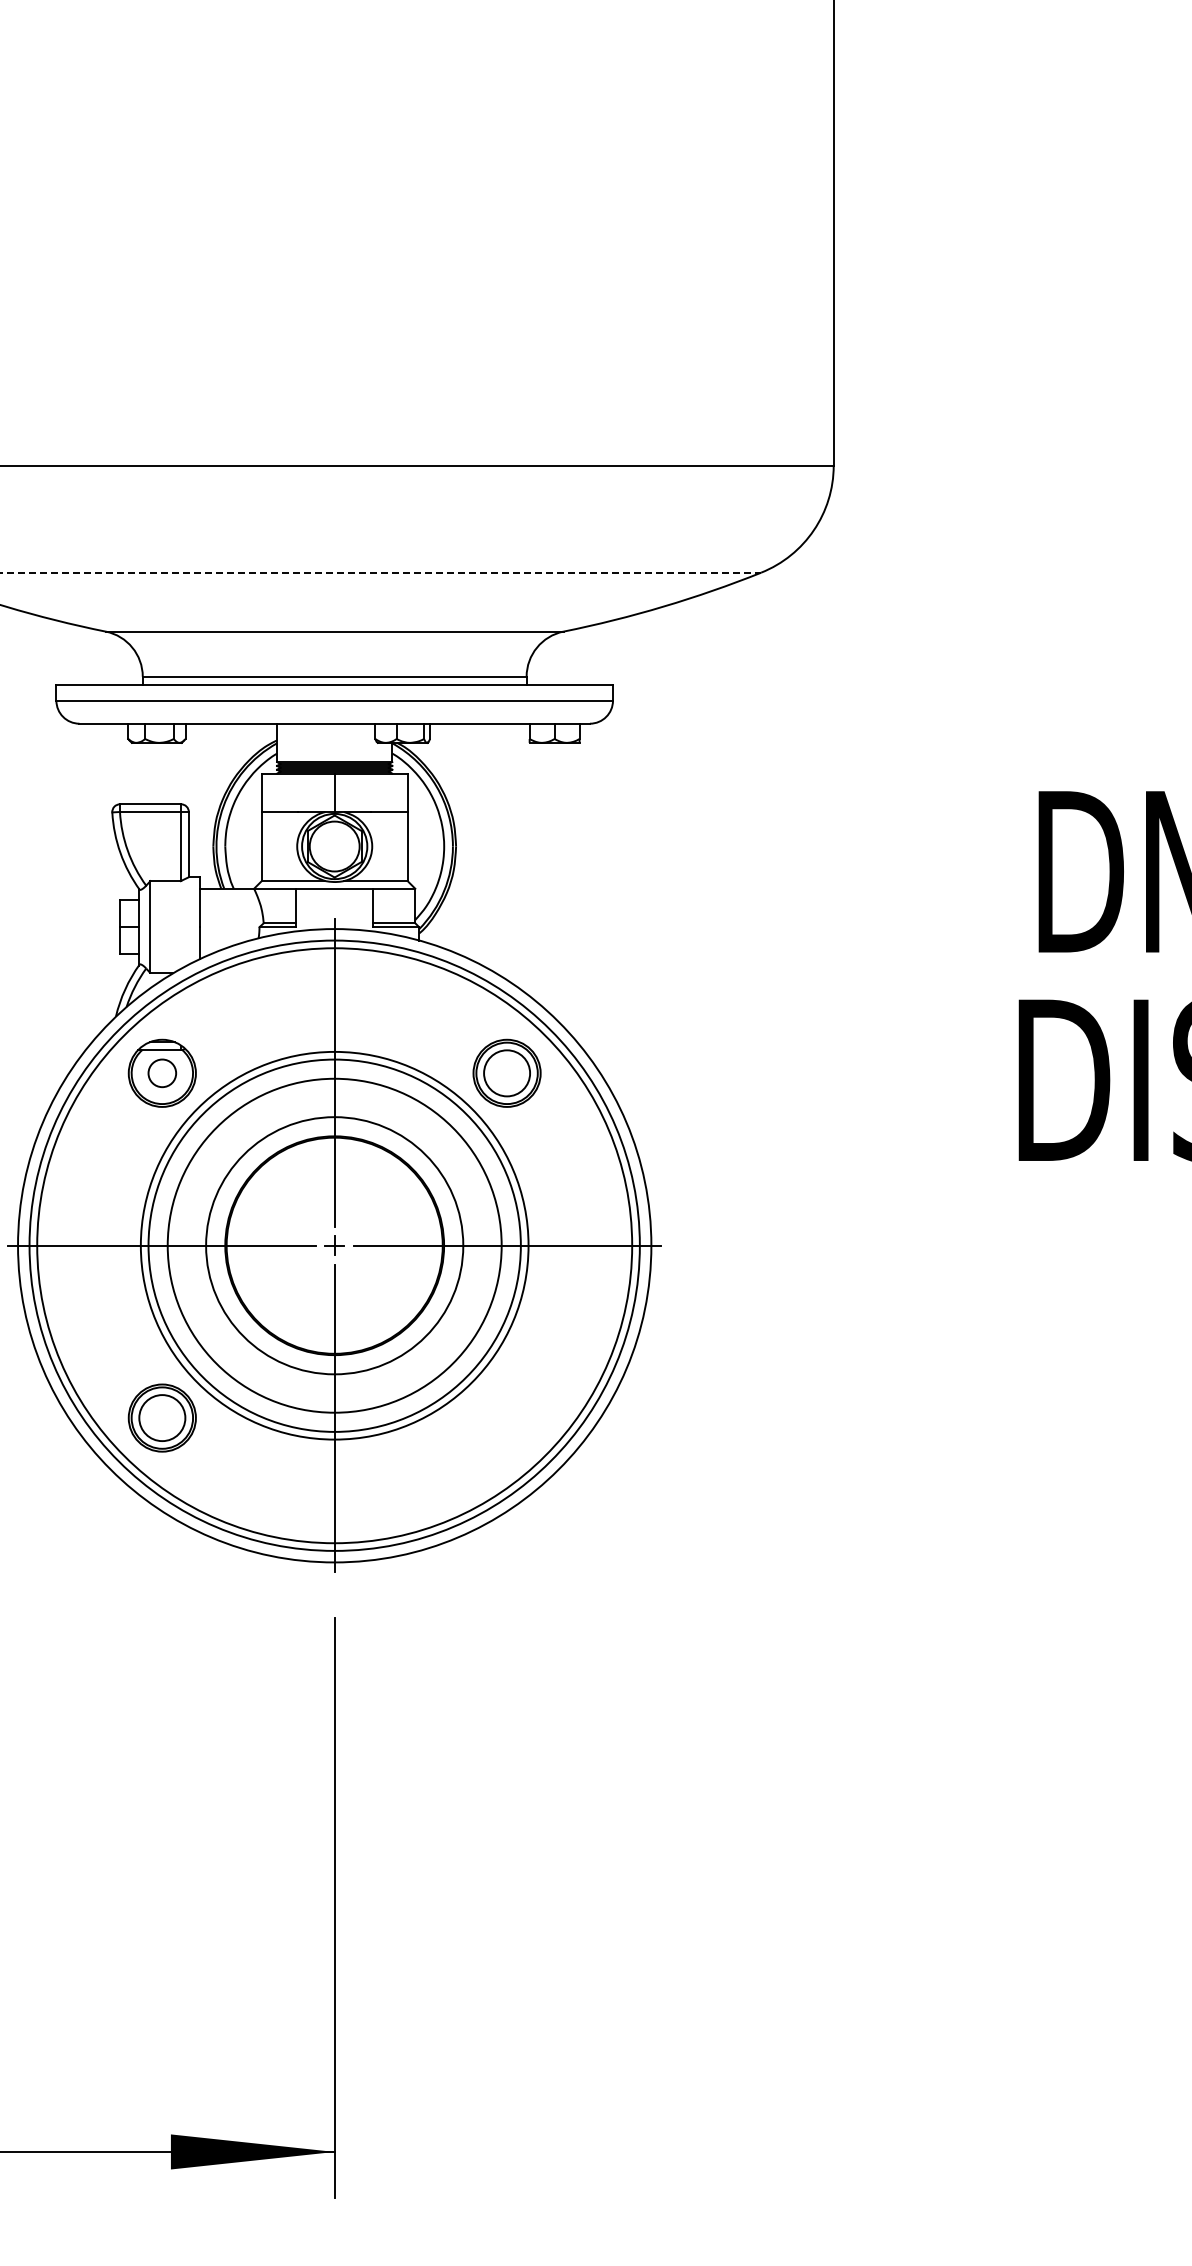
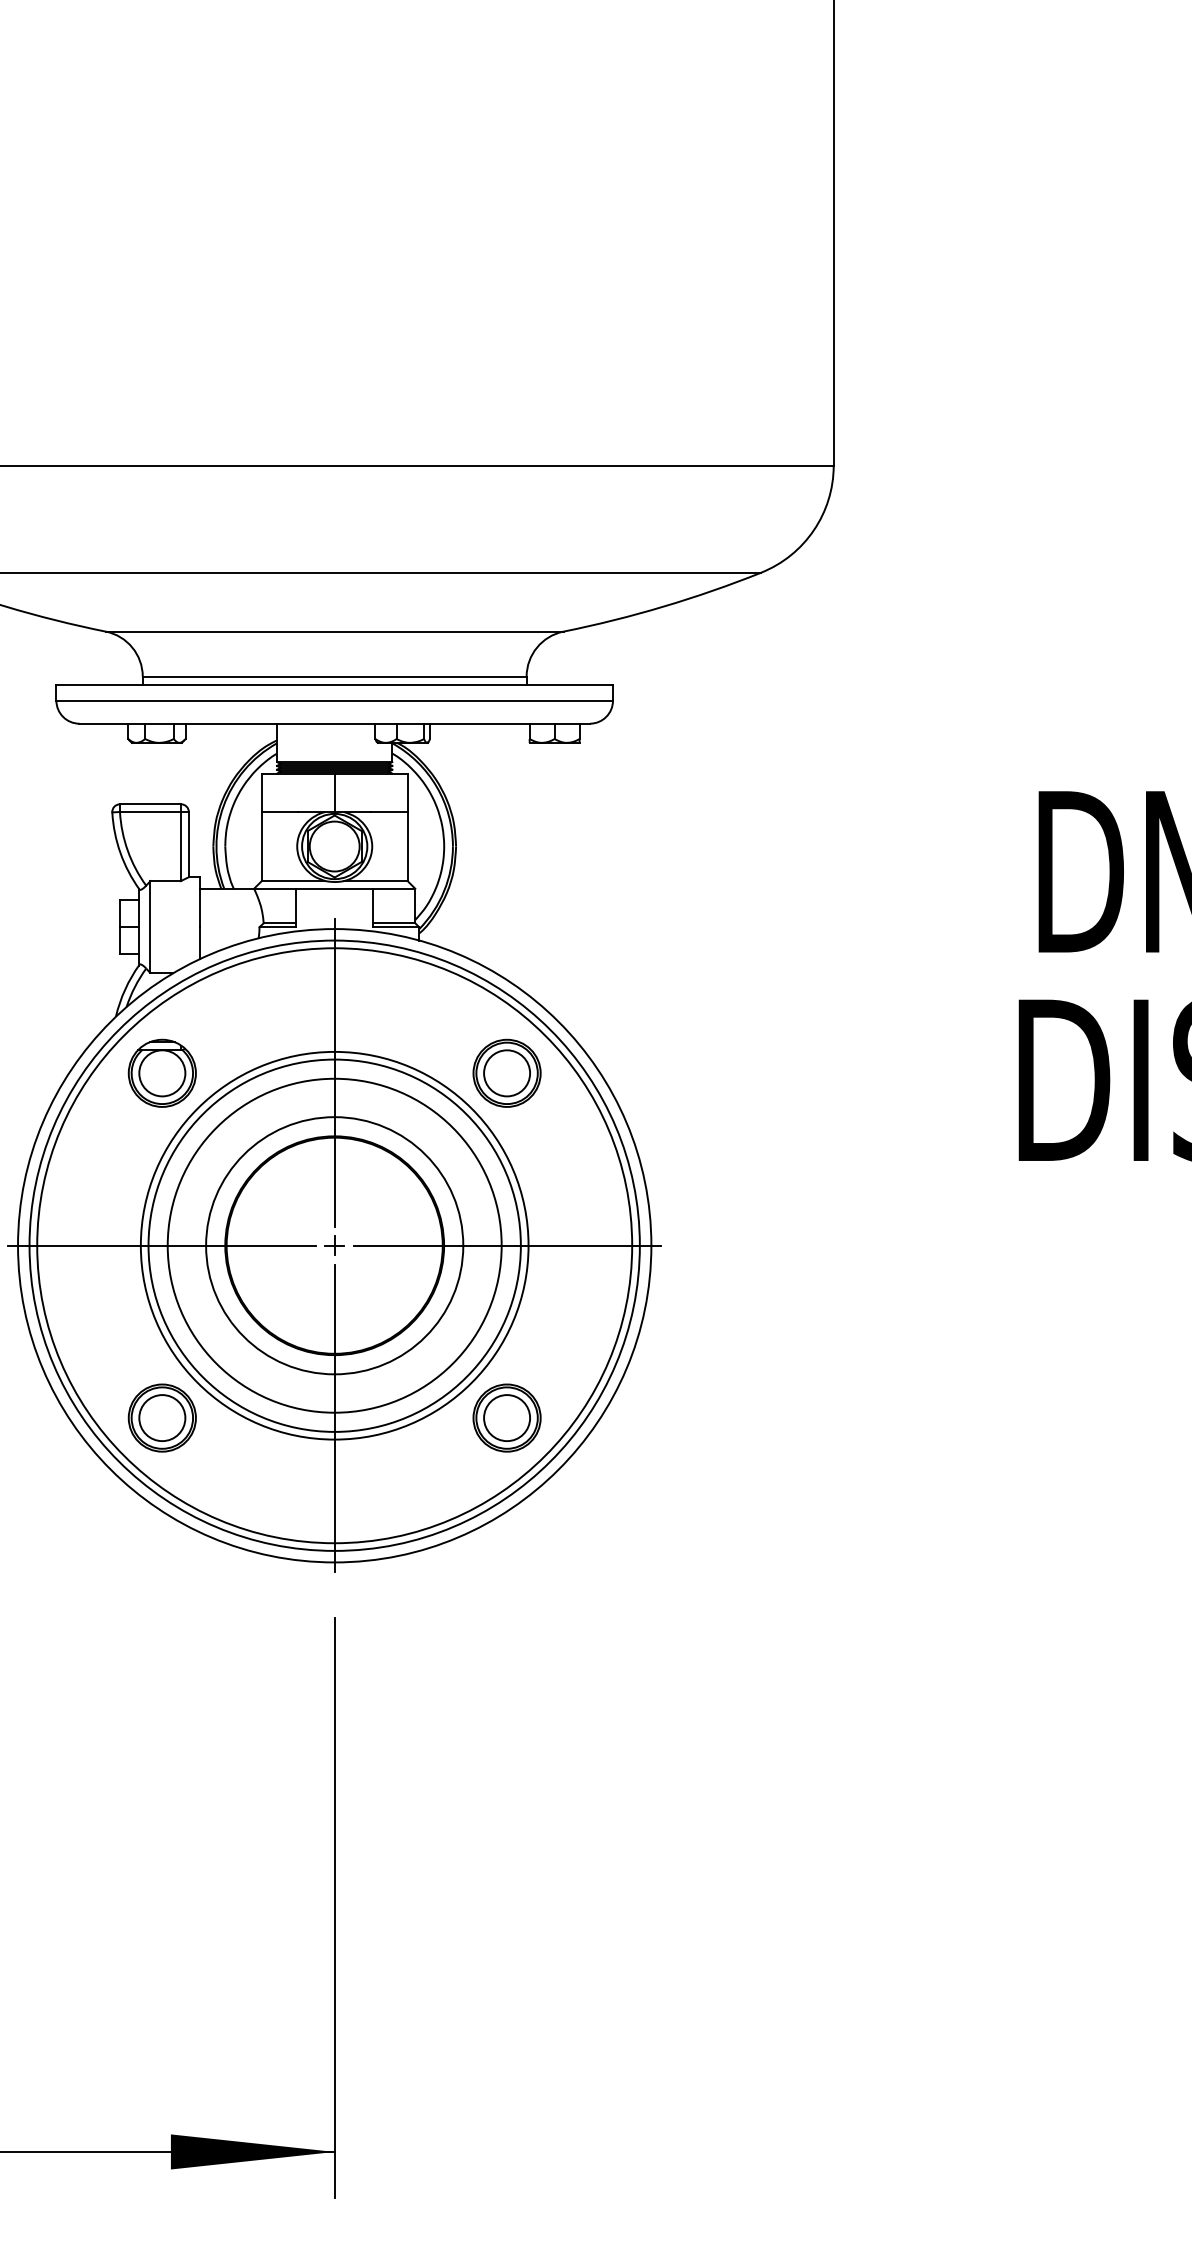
line at (380, 572): dashed -> solid
circle at (162, 1073) diameter: 28 px -> 46 px
part at (506, 1417): none -> present
